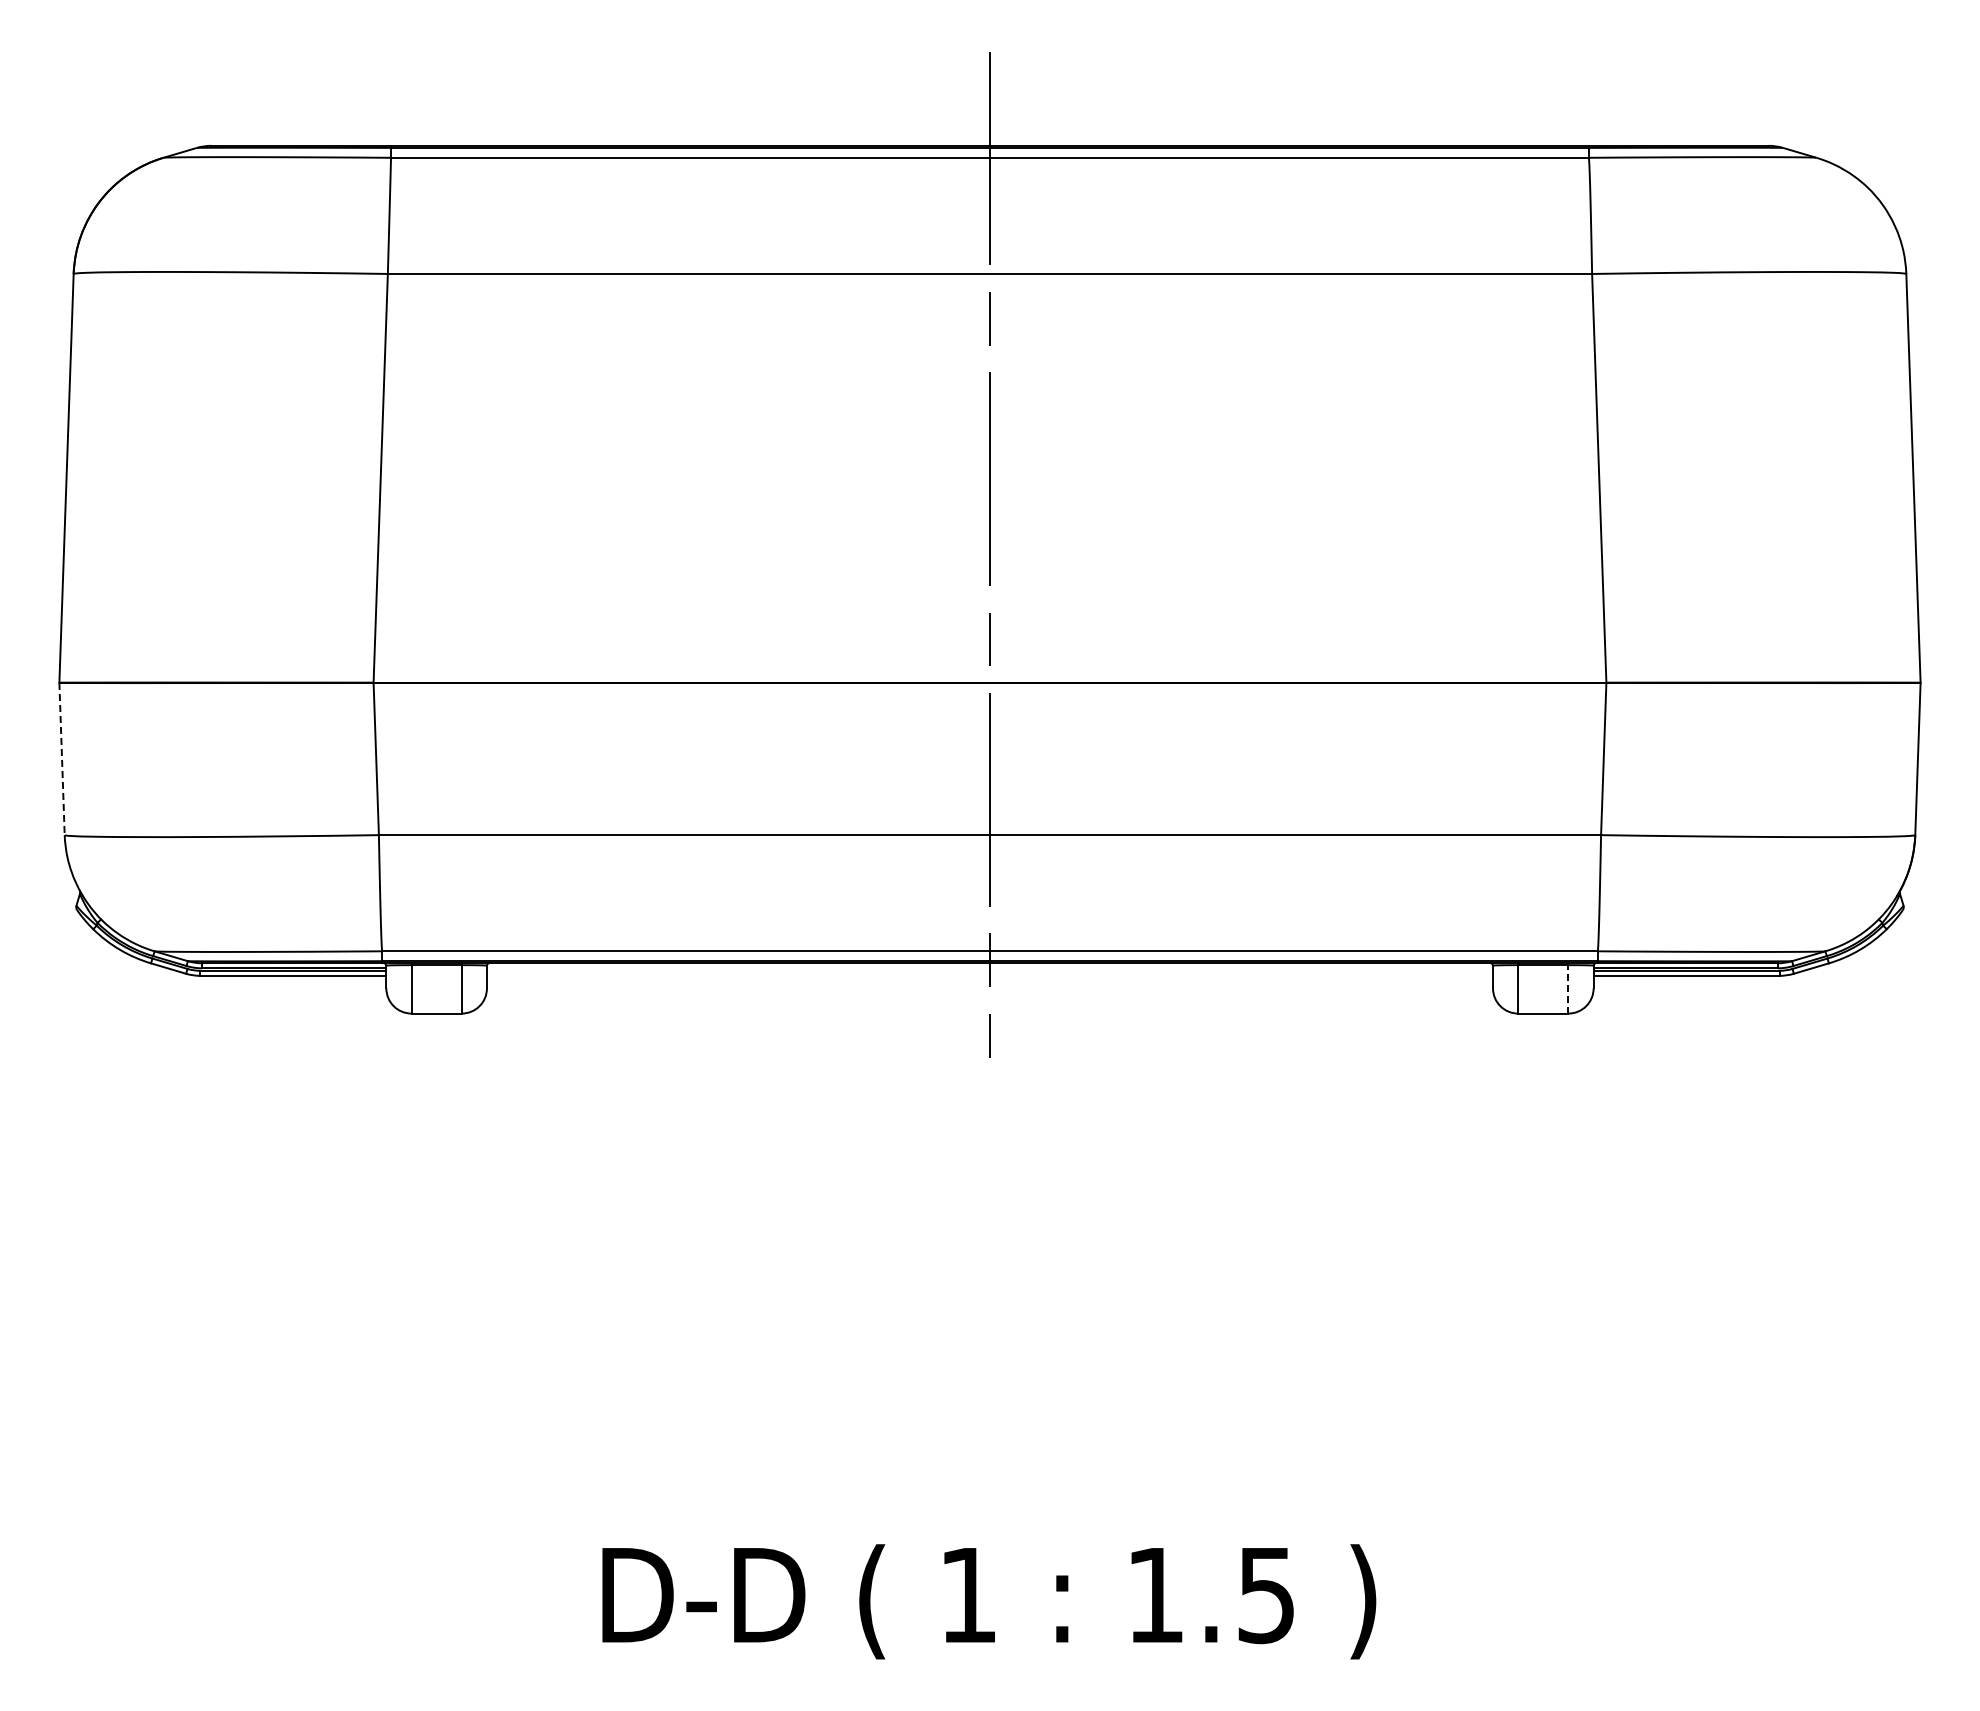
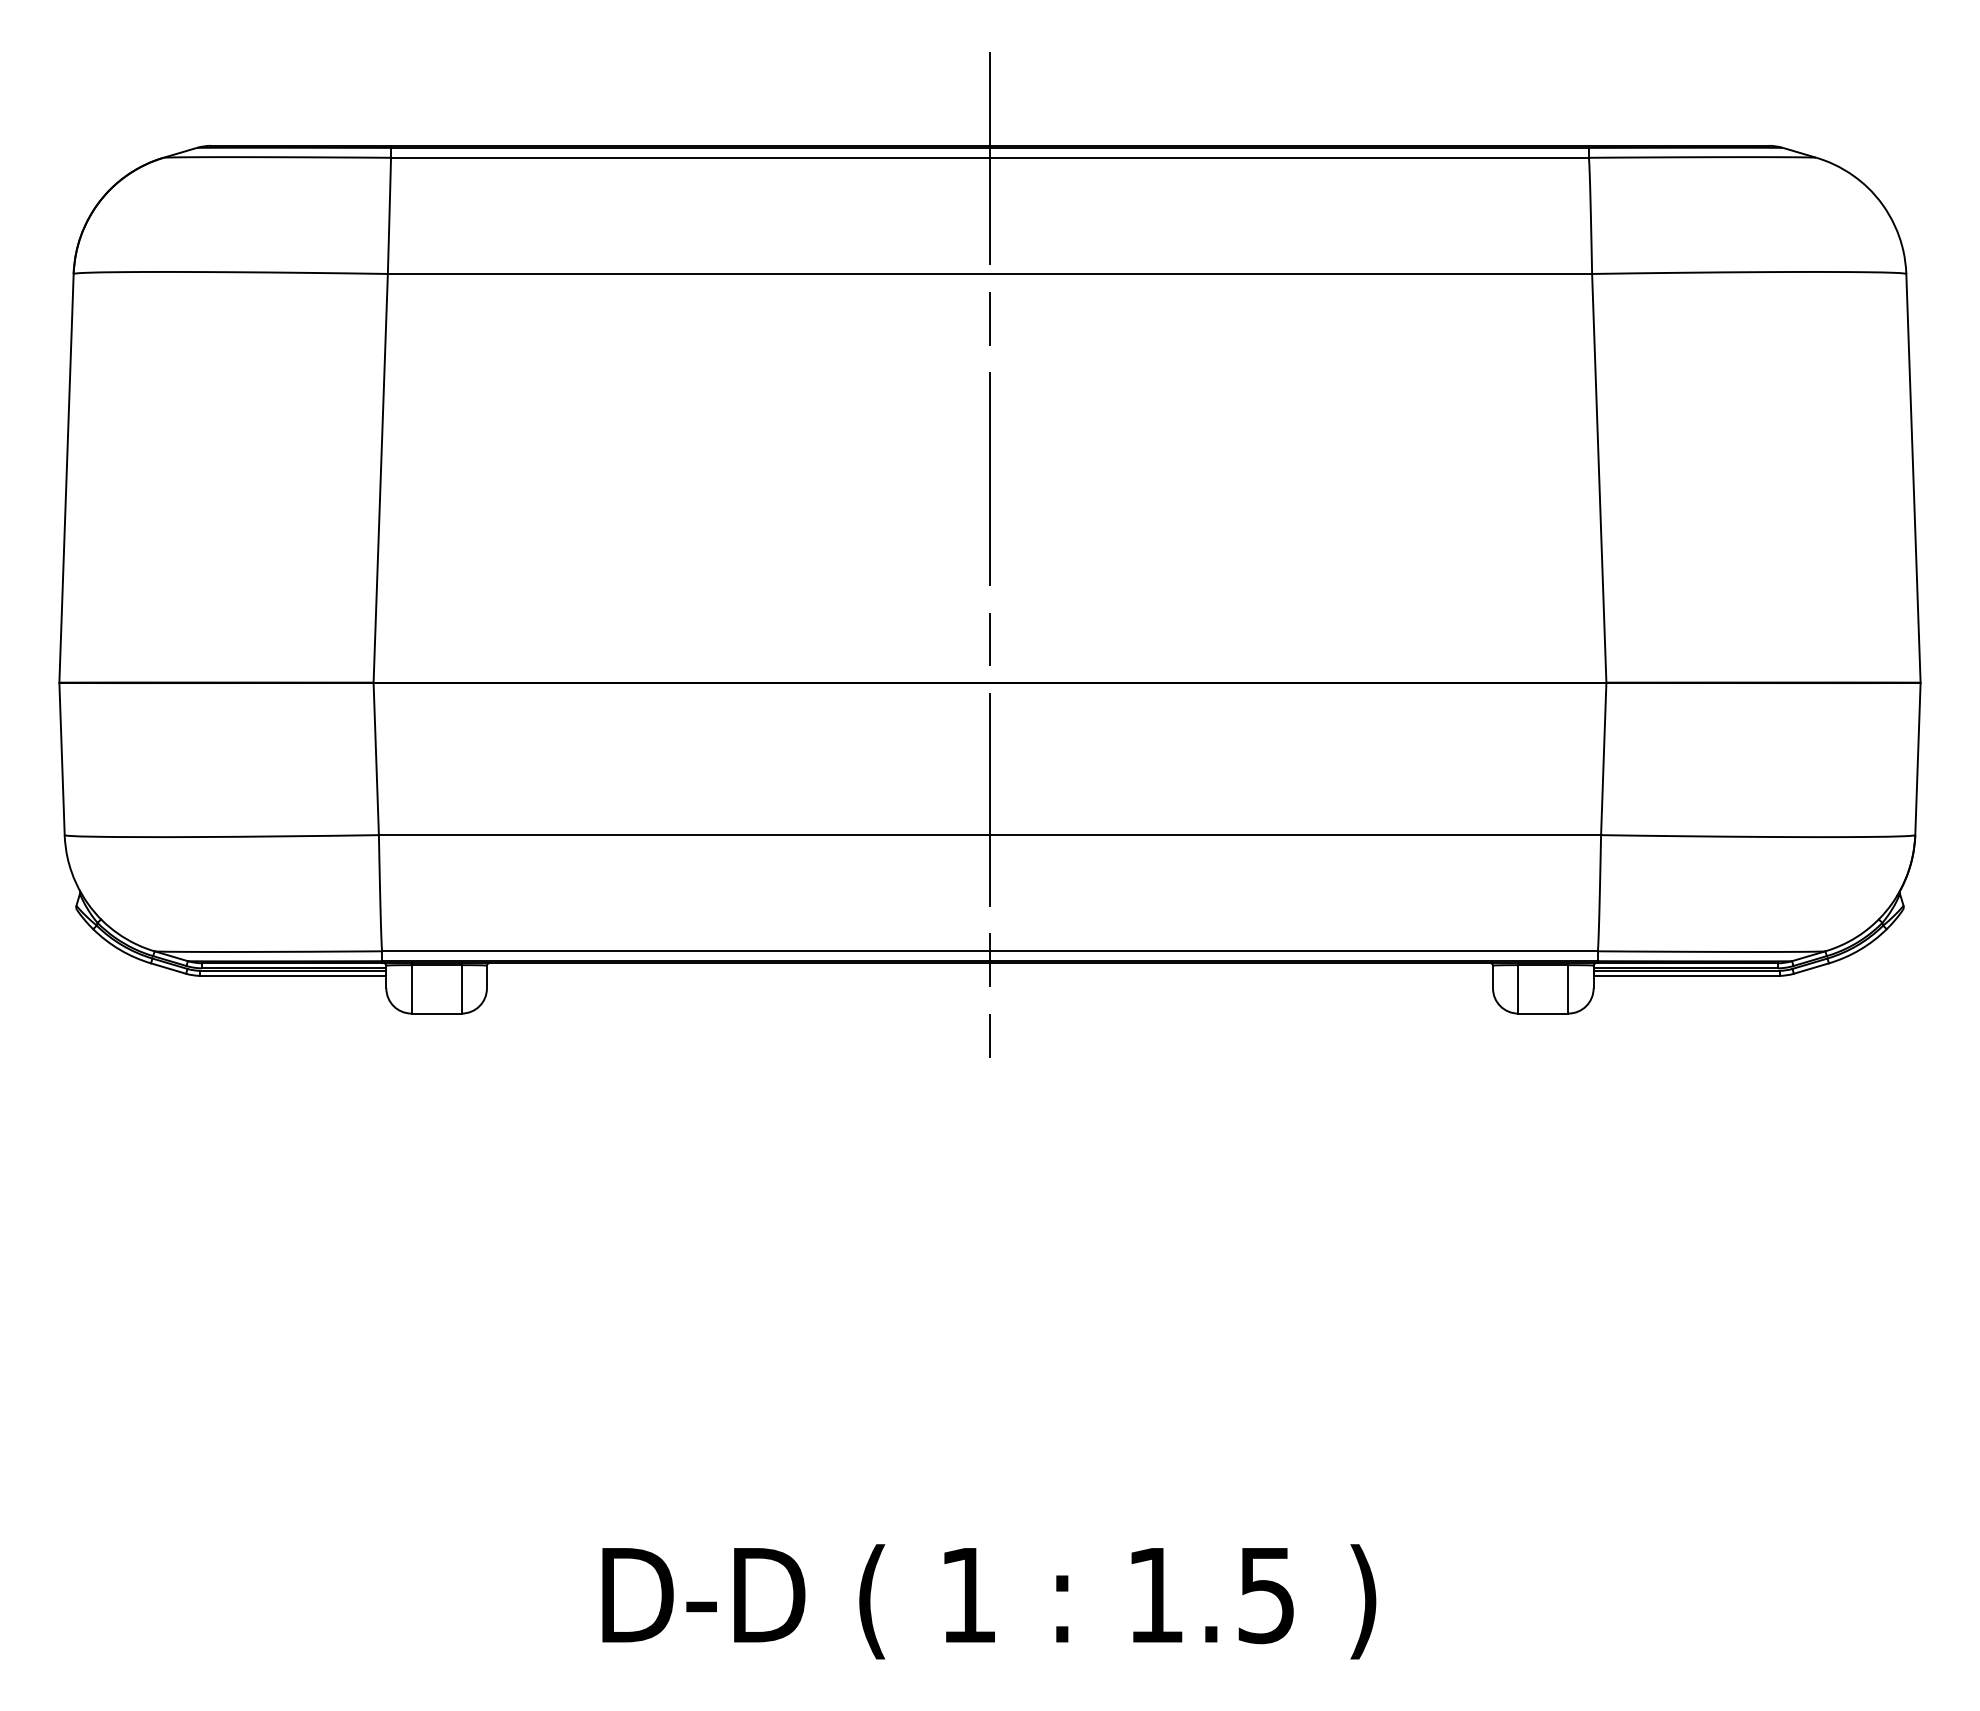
line at (62, 759): dashed -> solid
line at (1568, 988): dashed -> solid
